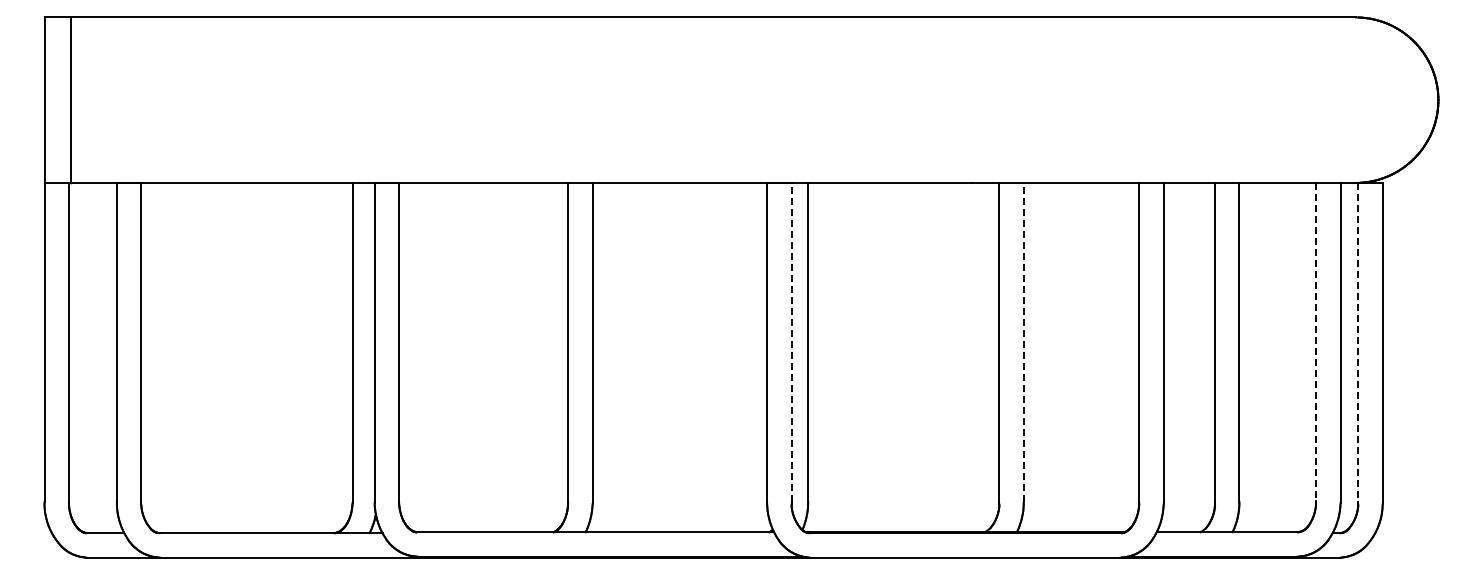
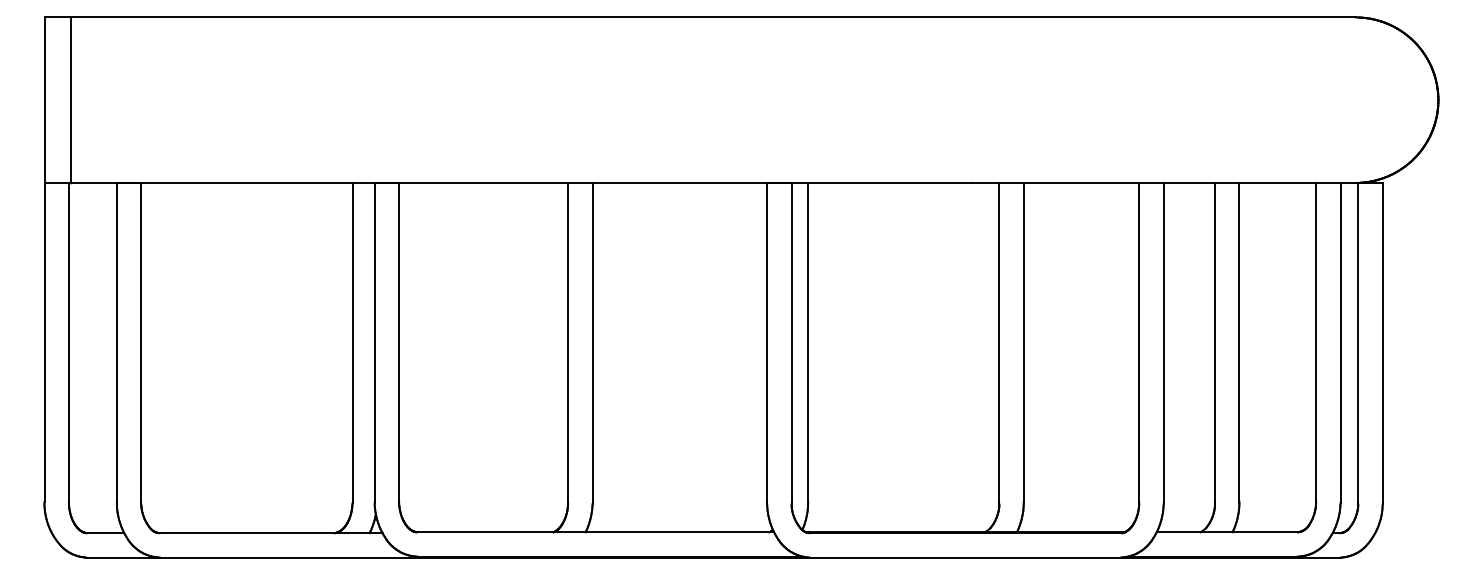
line at (791, 341): dashed -> solid
line at (1023, 341): dashed -> solid
line at (1316, 342): dashed -> solid
line at (1358, 342): dashed -> solid
